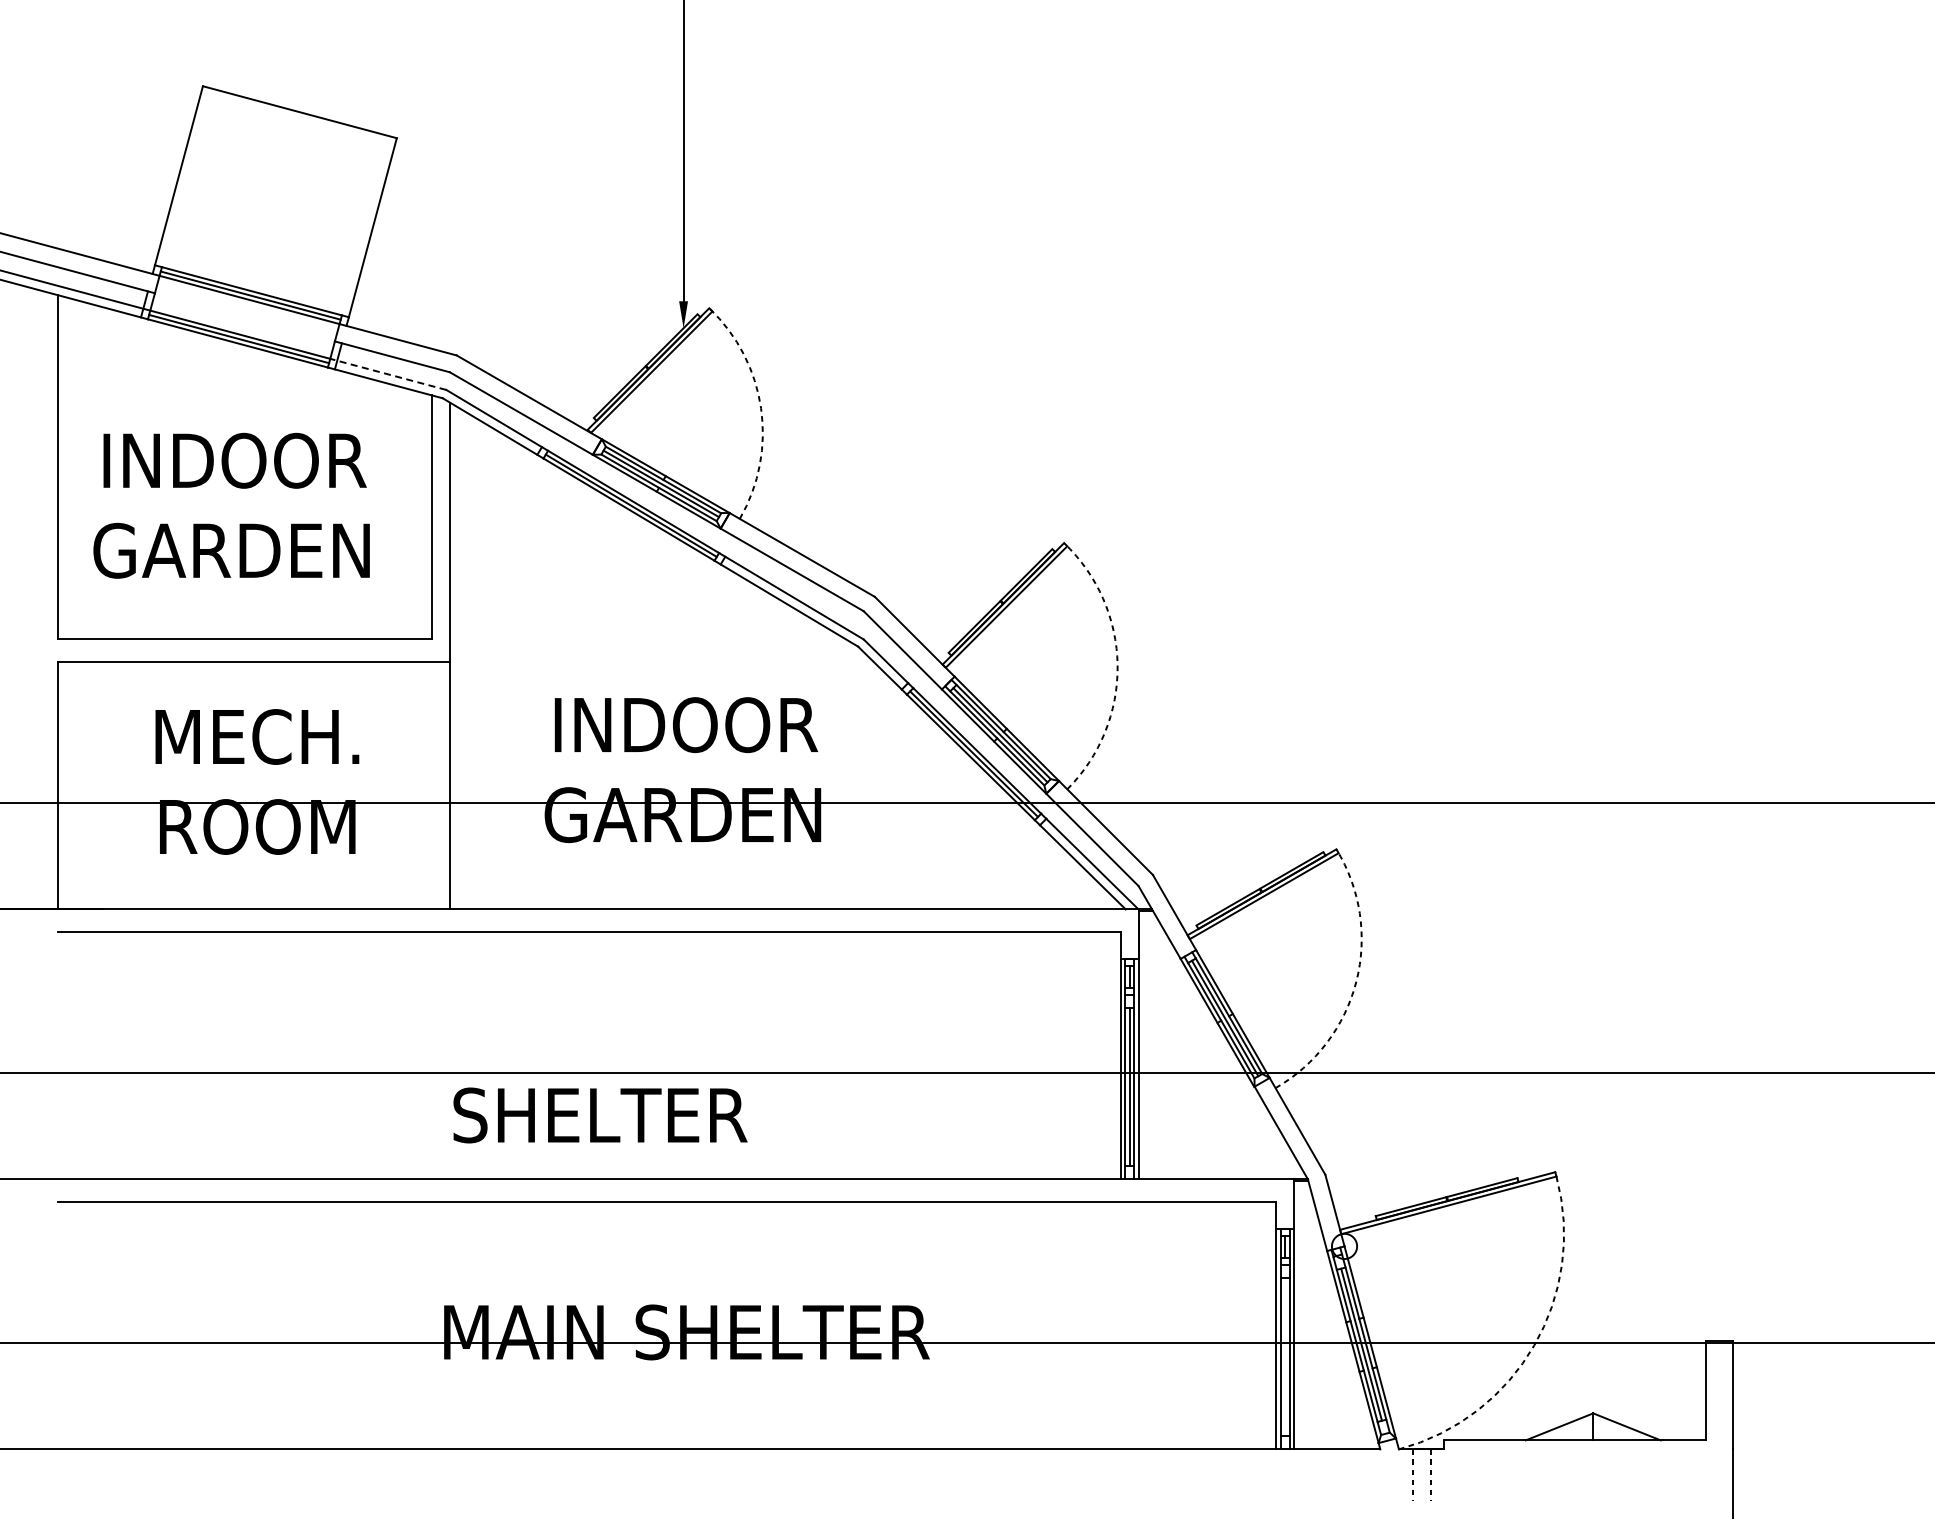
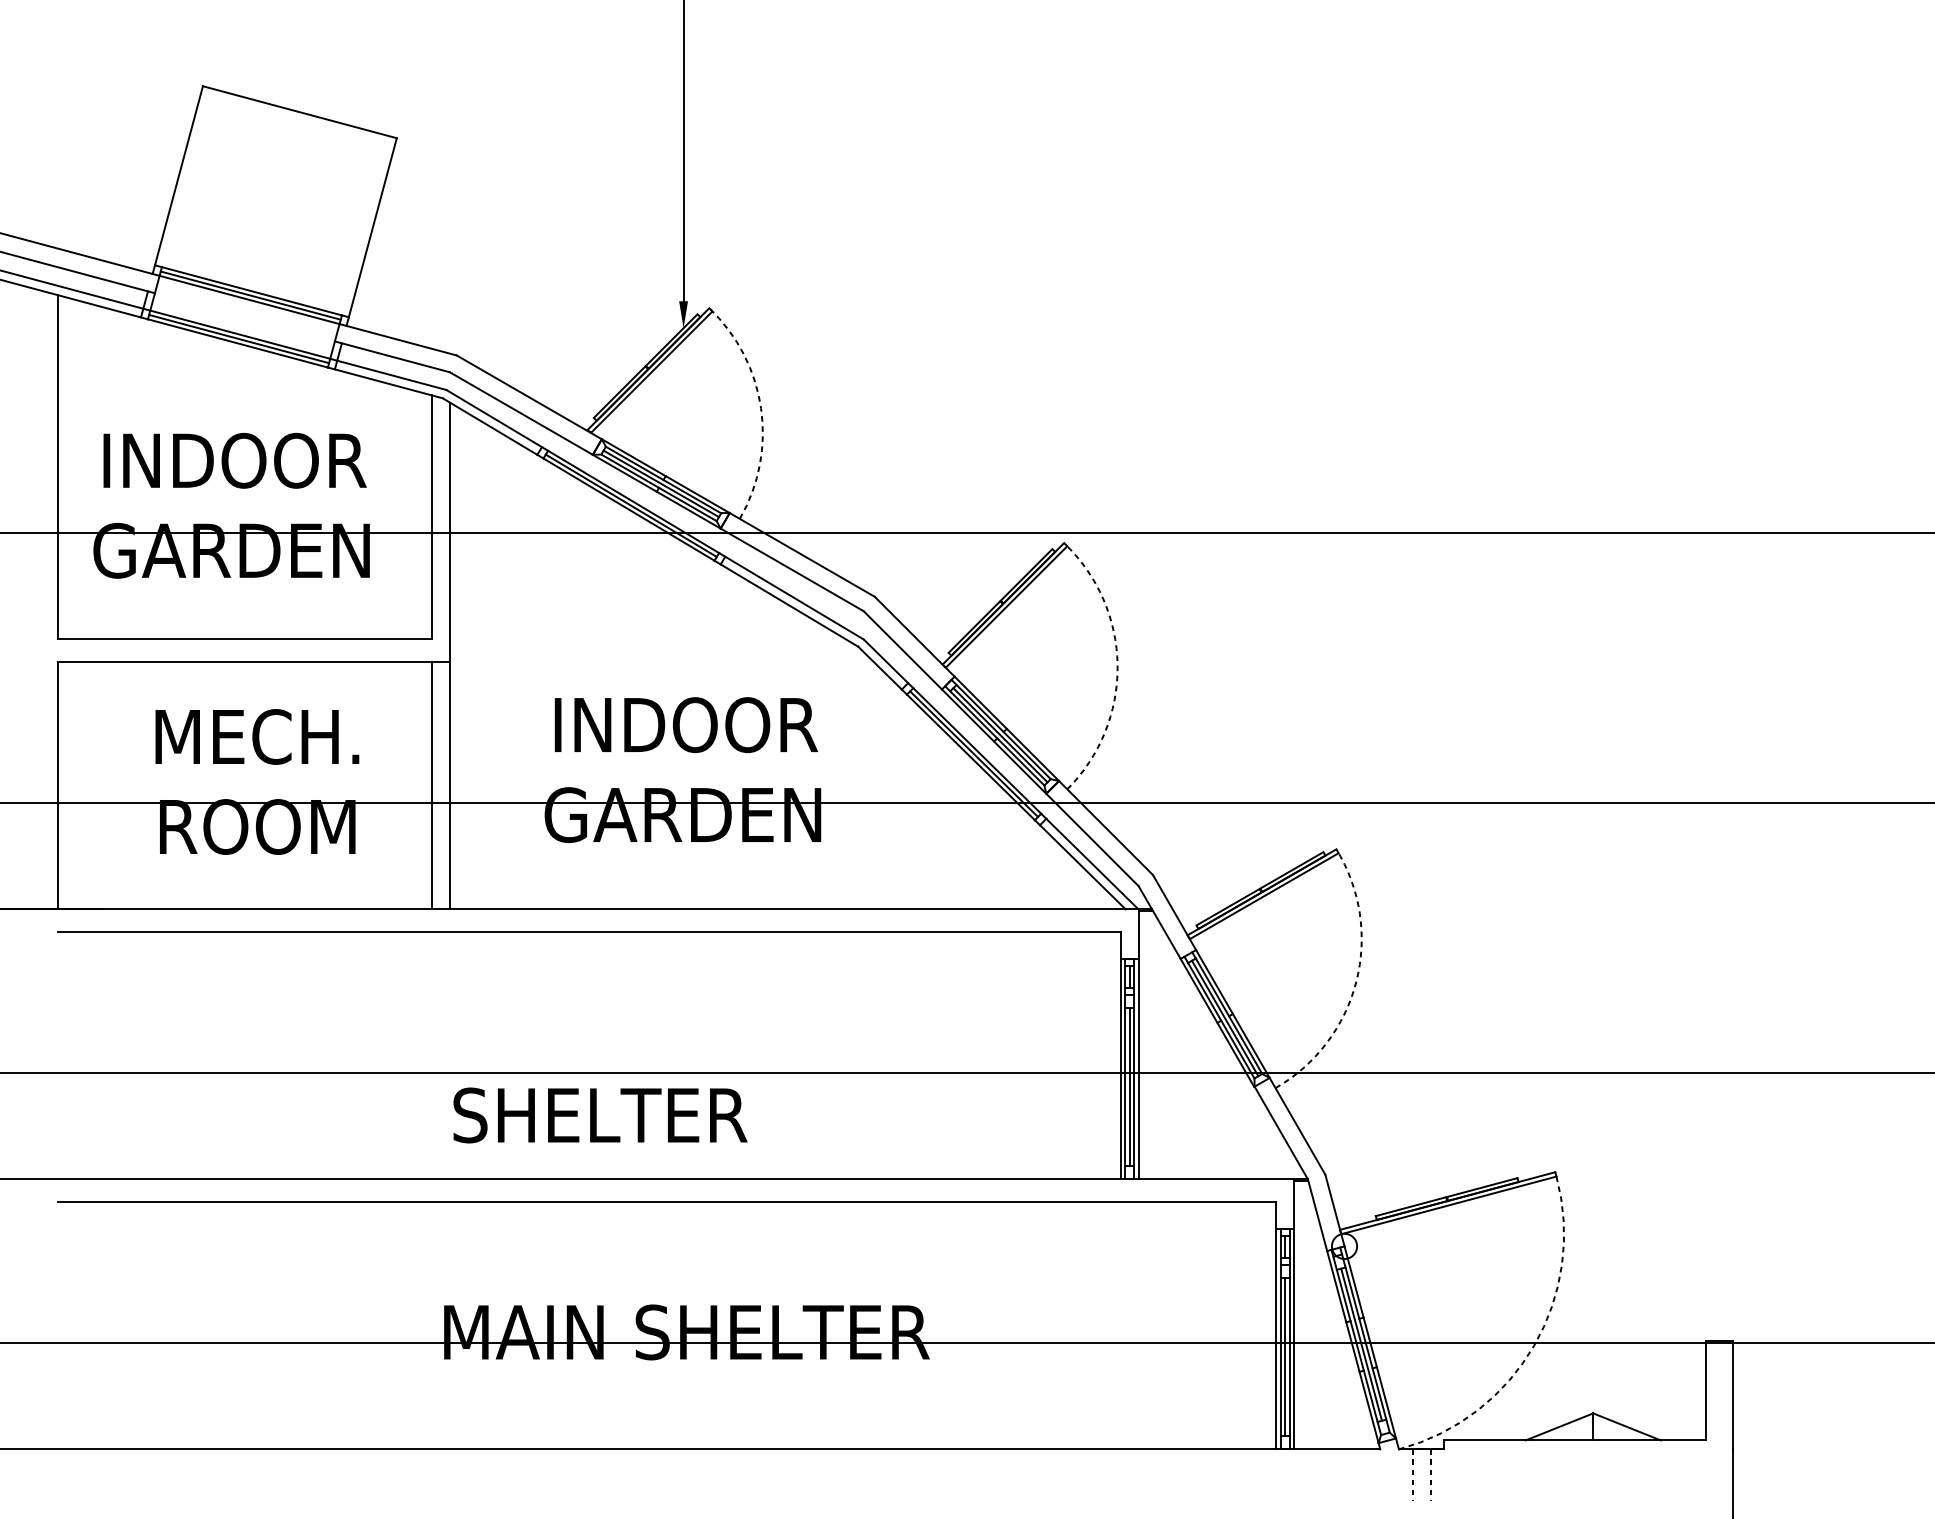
line at (387, 374): dashed -> solid
line at (966, 533): none -> present
line at (431, 785): none -> present
line at (1285, 1356): none -> present
